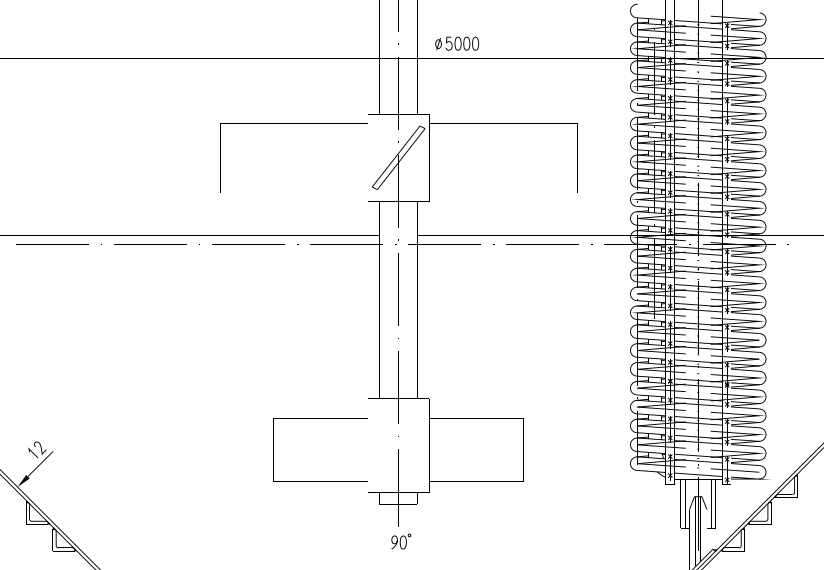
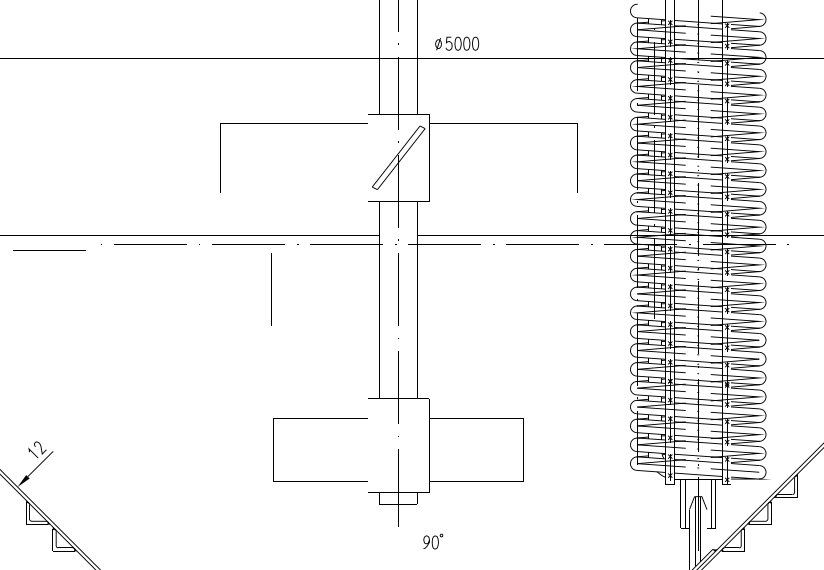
line at (52, 244) position: (52, 244) -> (49, 250)
line at (271, 289): none -> present
part at (401, 541) position: (401, 541) -> (433, 541)
